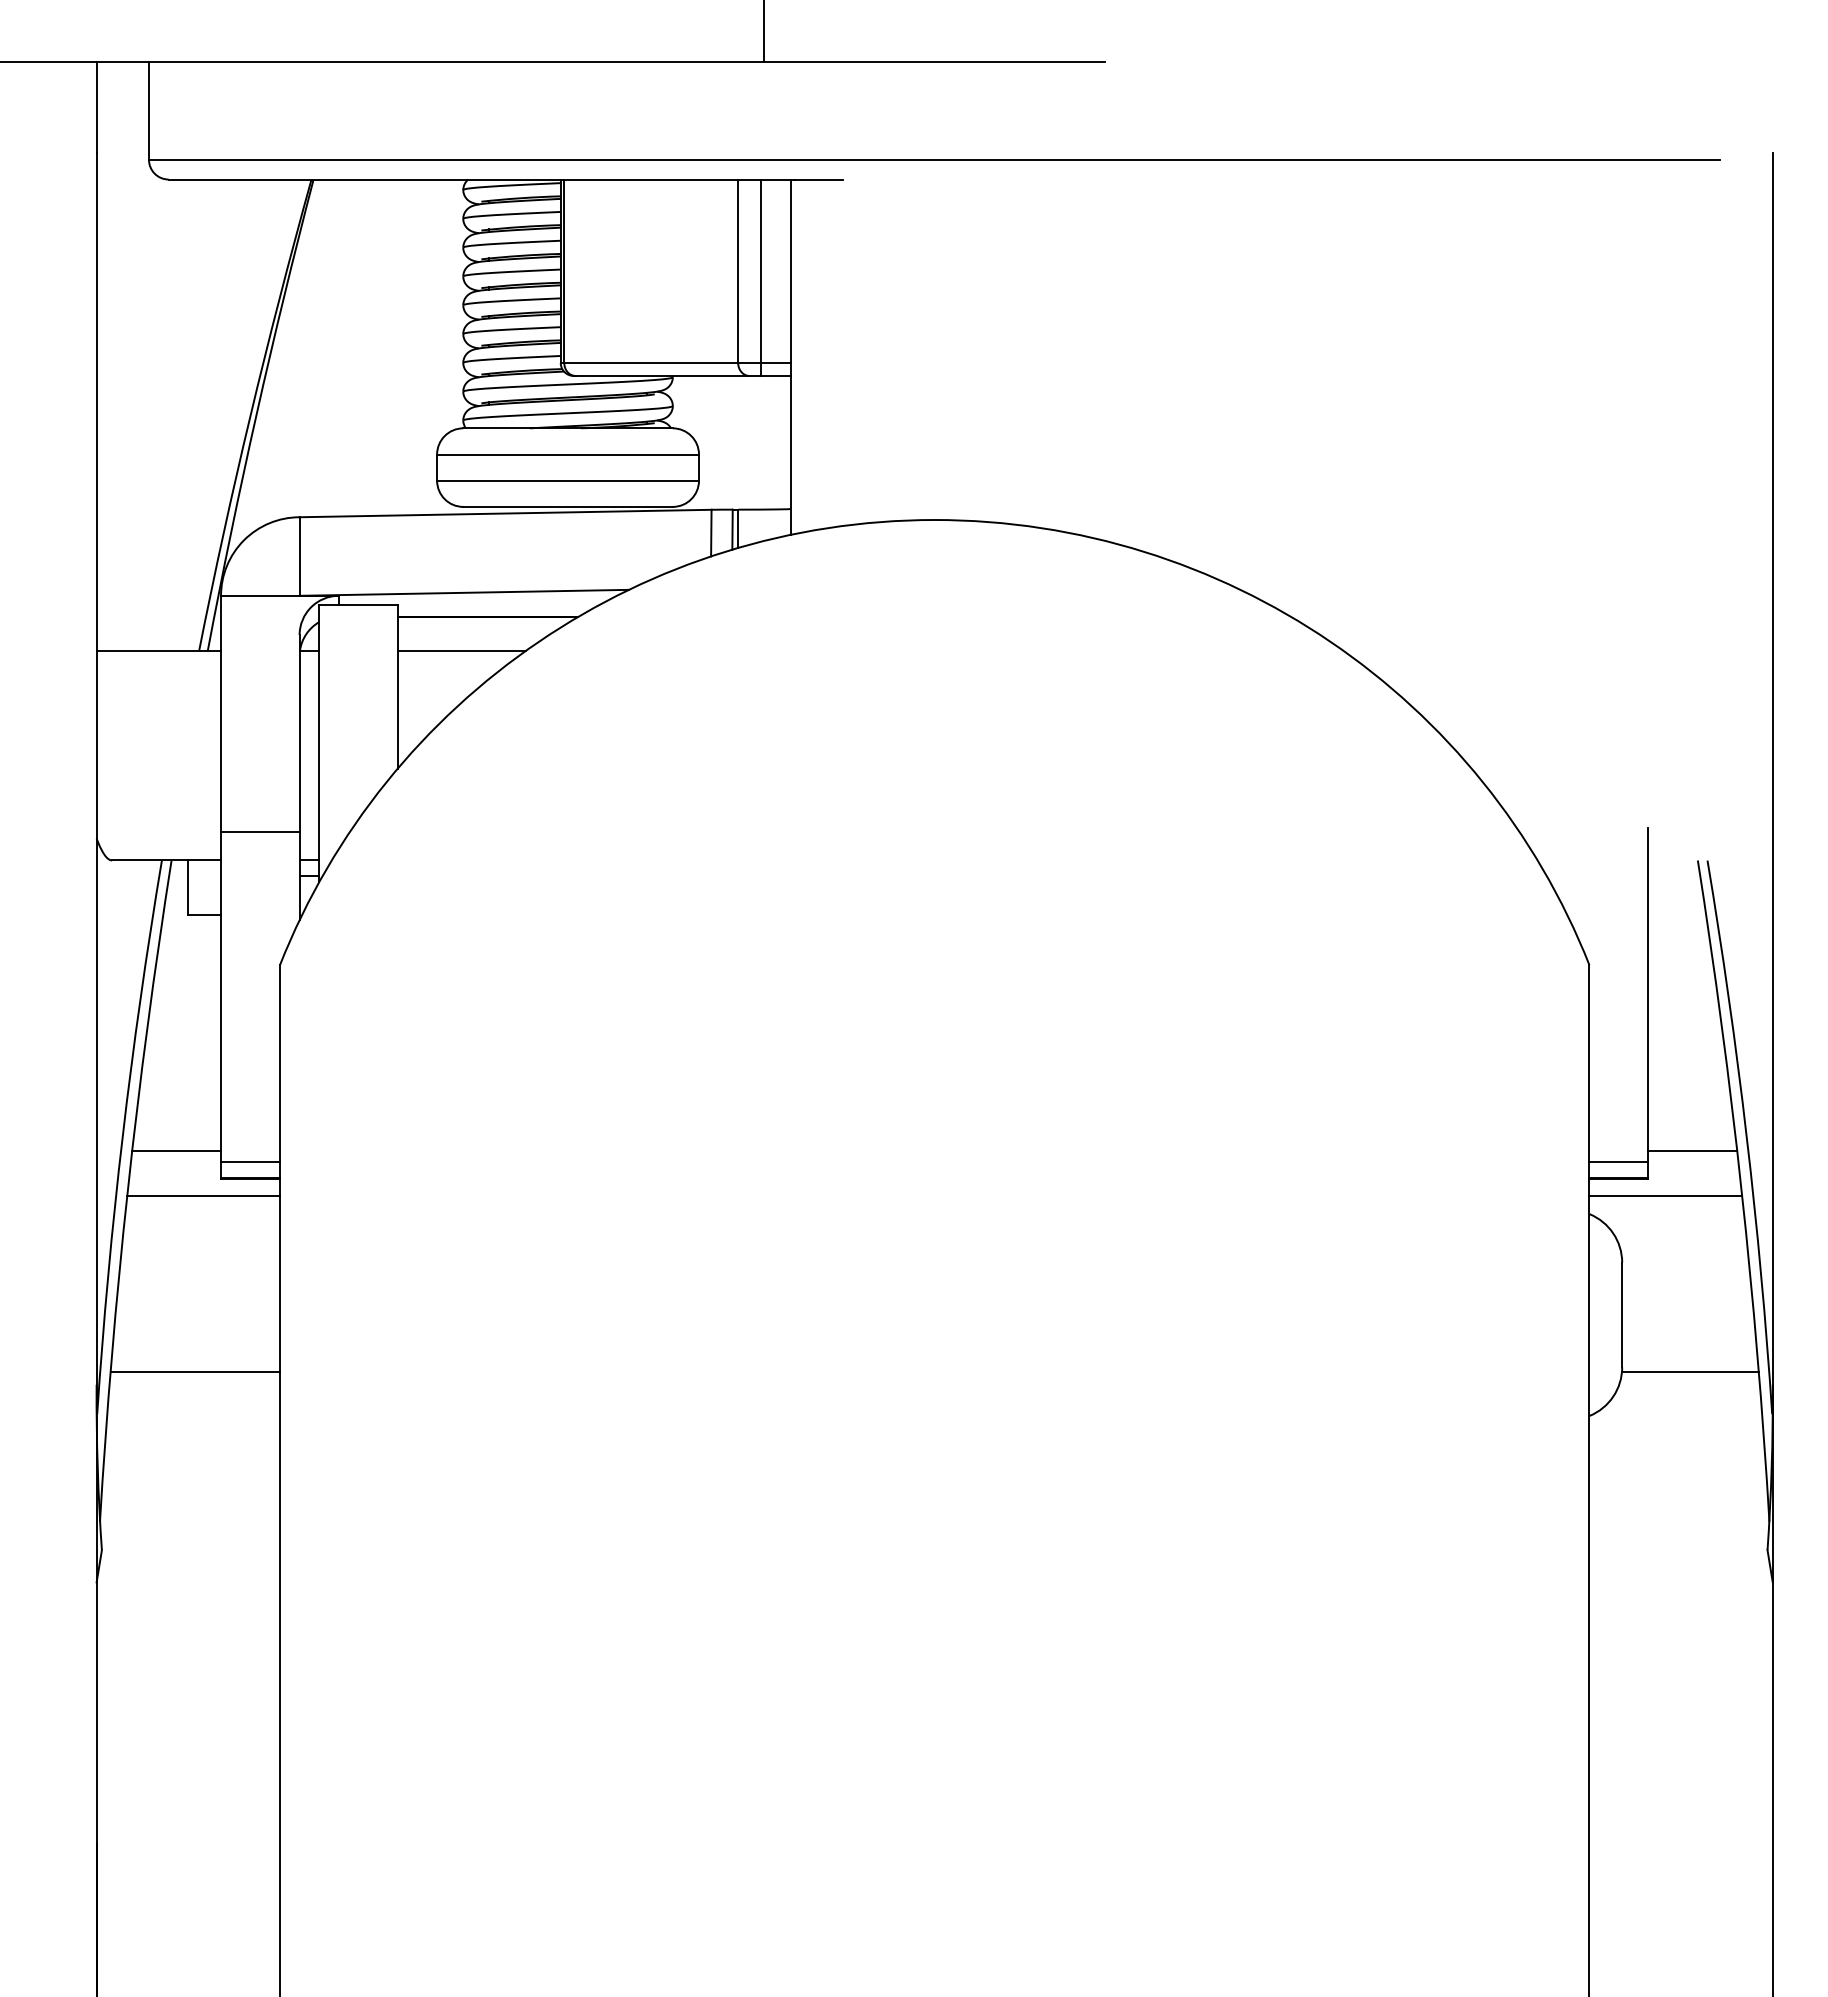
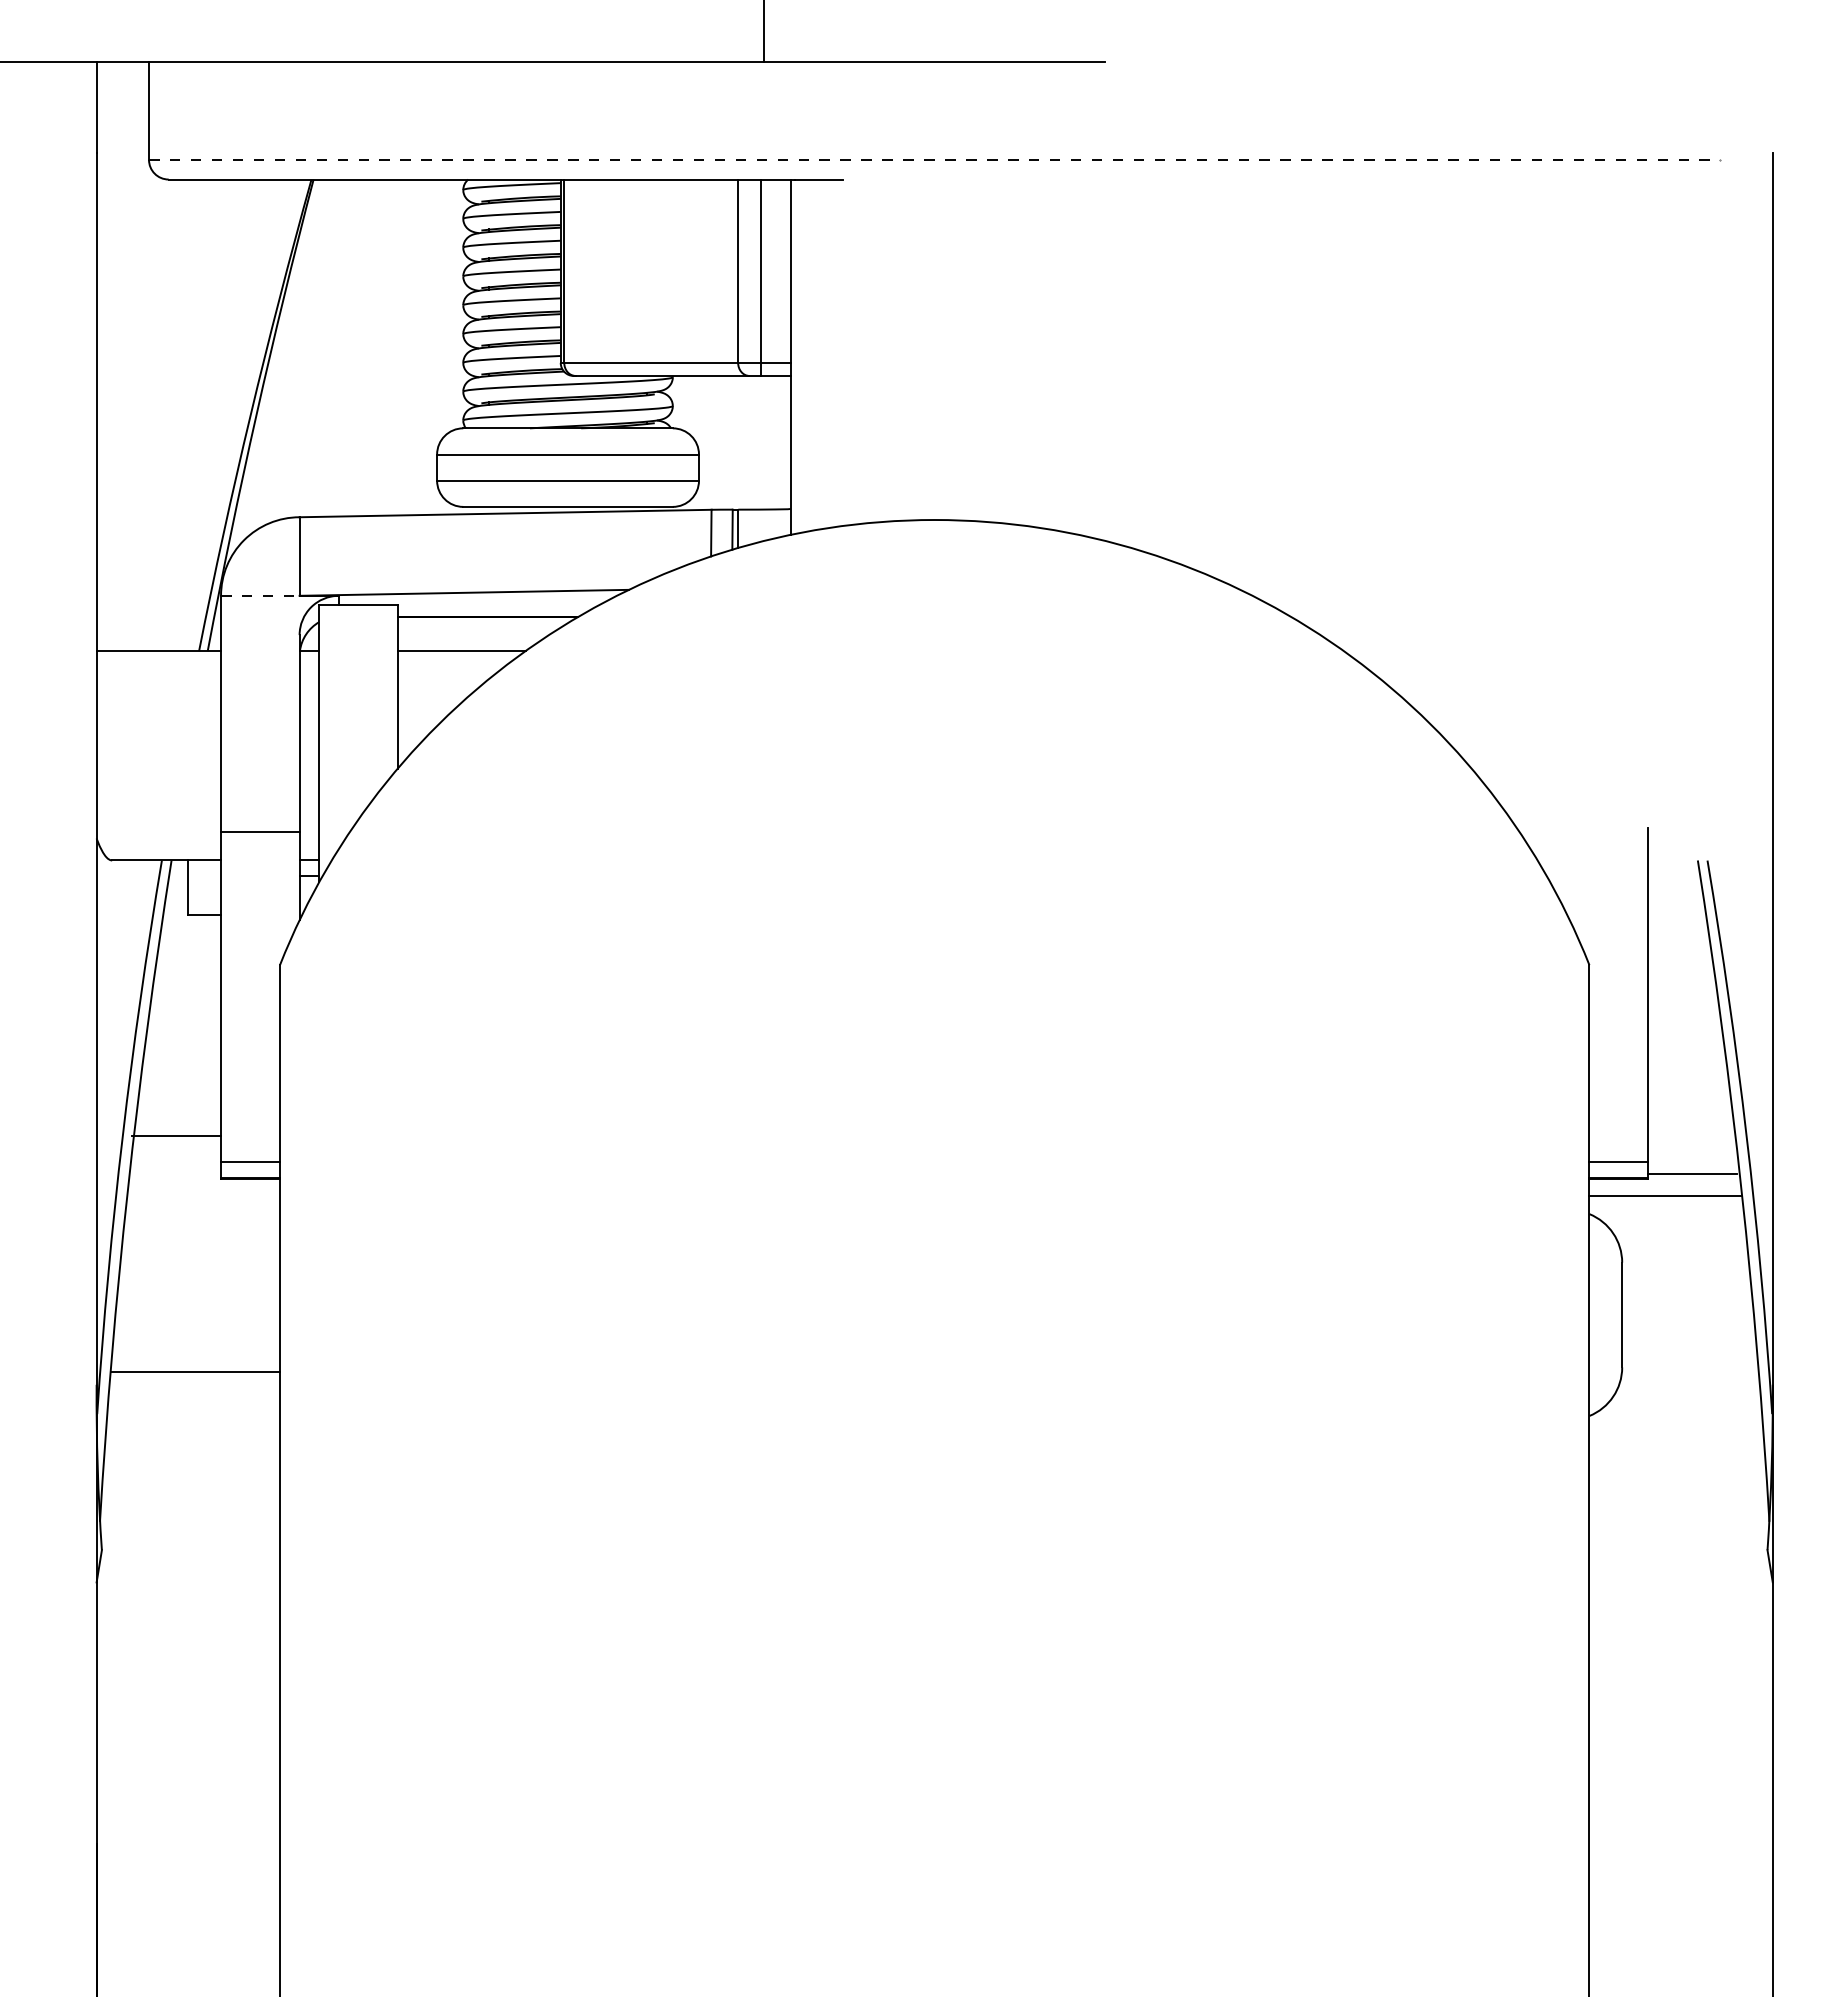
line at (934, 159): solid -> dashed
line at (260, 595): solid -> dashed
line at (176, 1150) position: (176, 1150) -> (176, 1135)
line at (1692, 1150) position: (1692, 1150) -> (1692, 1173)
line at (203, 1195): present -> none
line at (1690, 1371): present -> none
